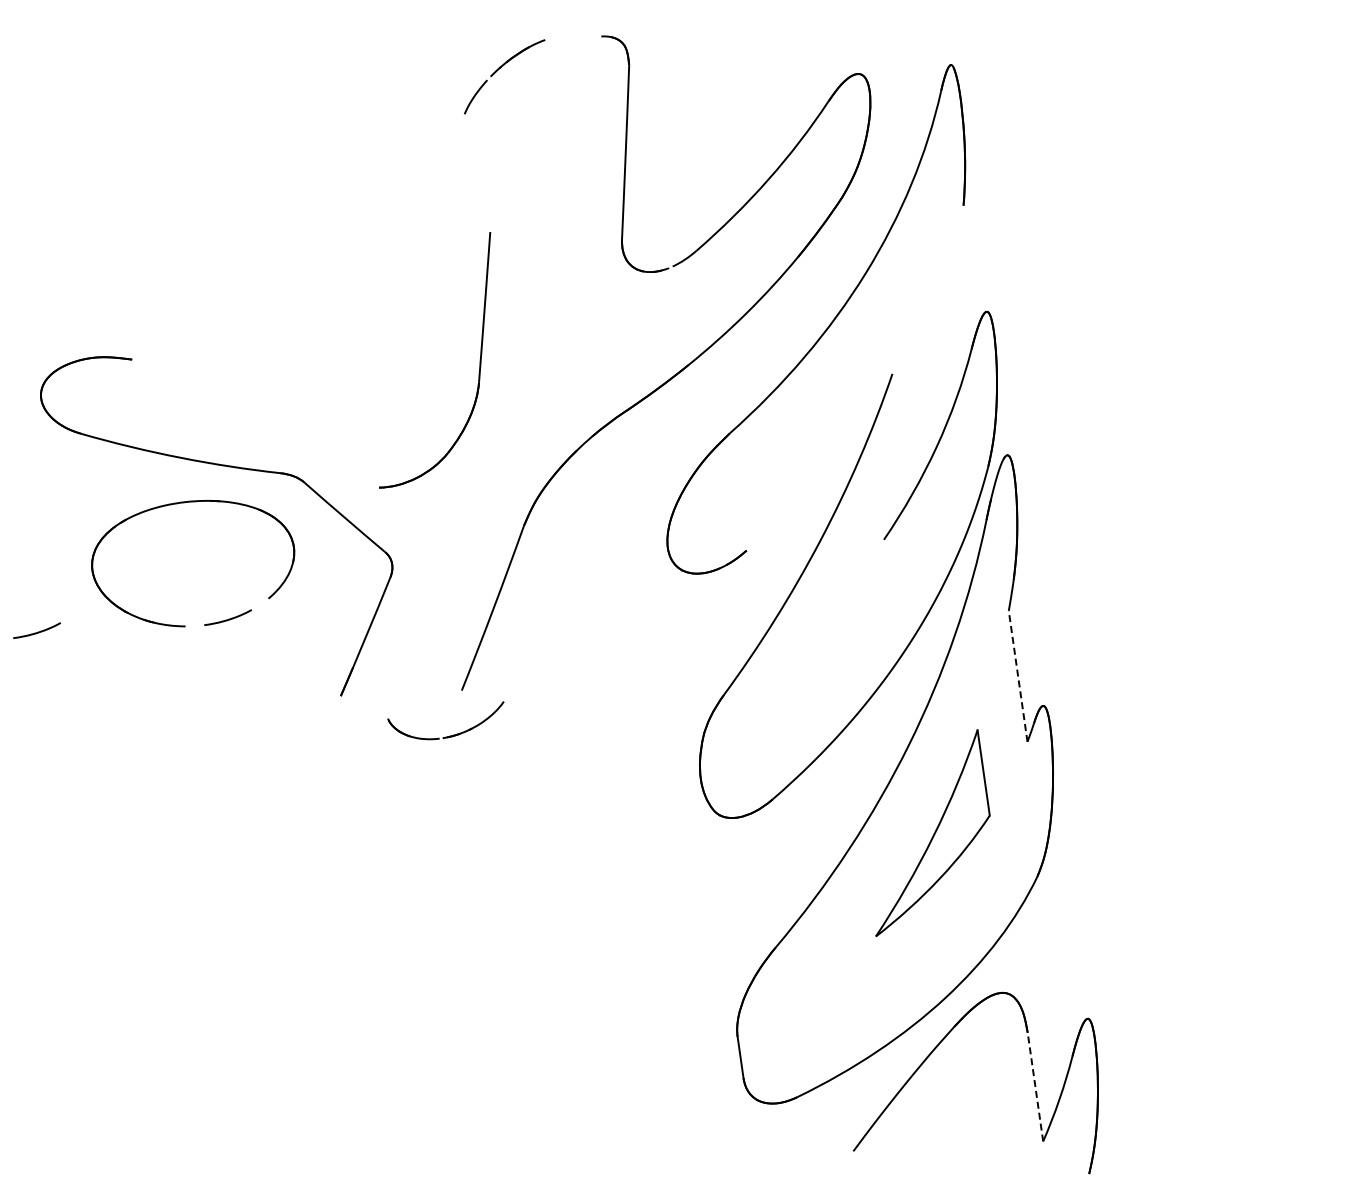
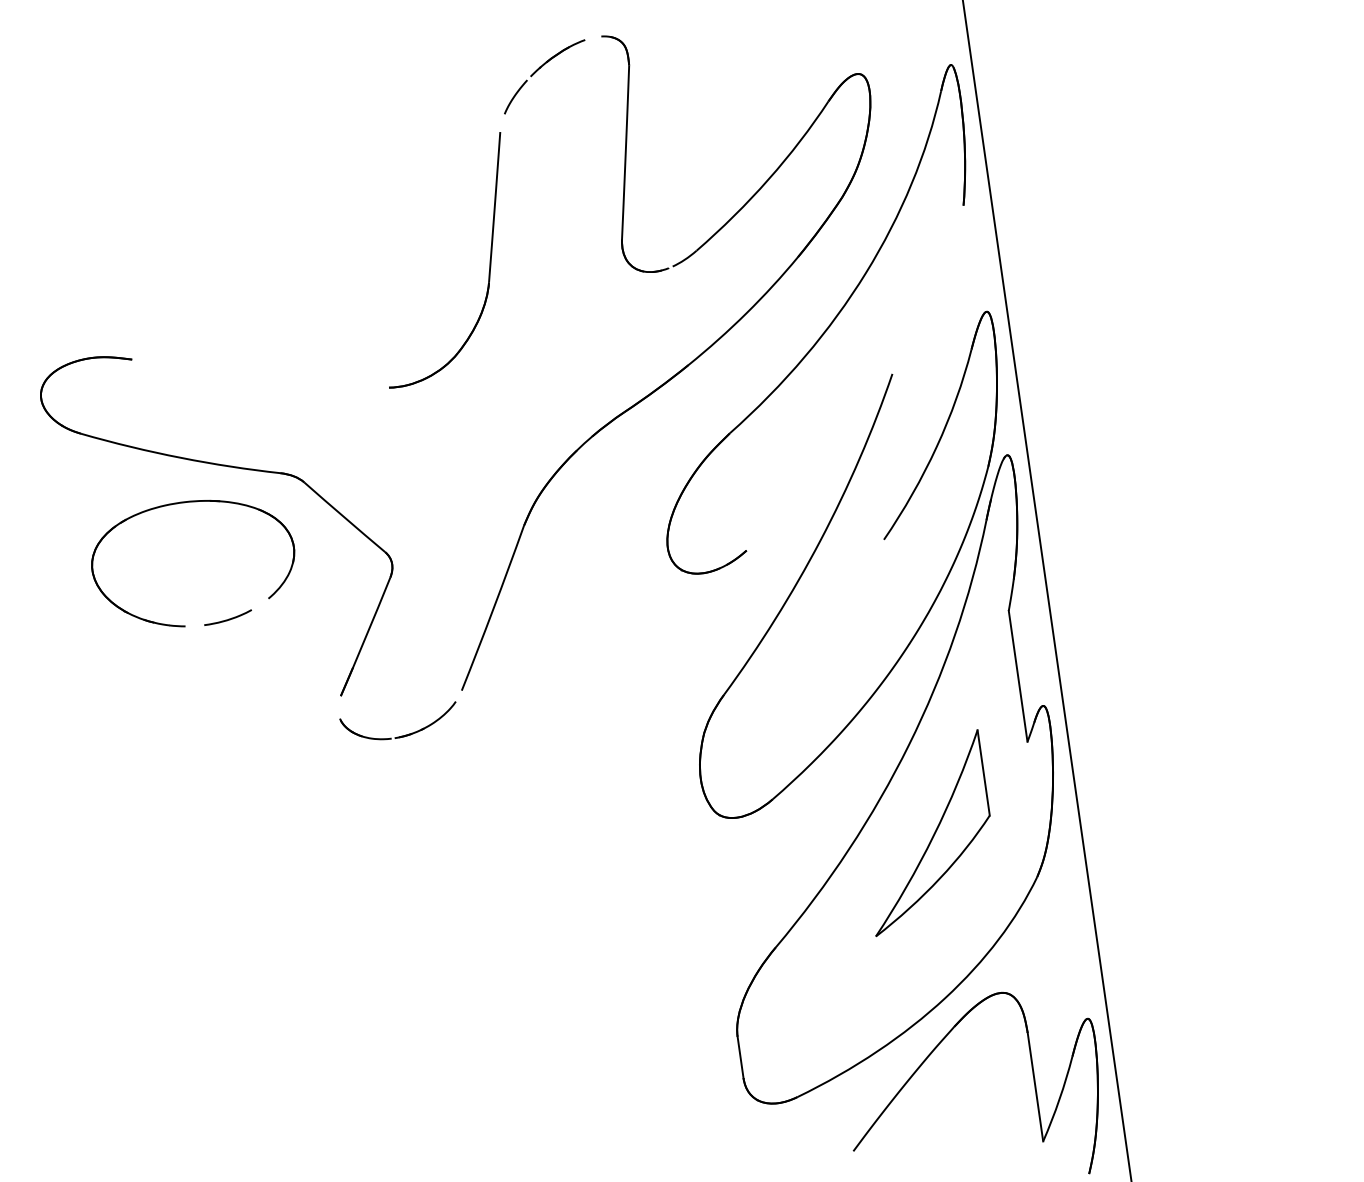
part at (498, 70) position: (498, 70) -> (538, 70)
part at (479, 360) position: (479, 360) -> (489, 260)
line at (1047, 590): none -> present
curve at (37, 631): present -> none
line at (1018, 675): dashed -> solid
part at (449, 735) position: (449, 735) -> (401, 735)
line at (1035, 1087): dashed -> solid
